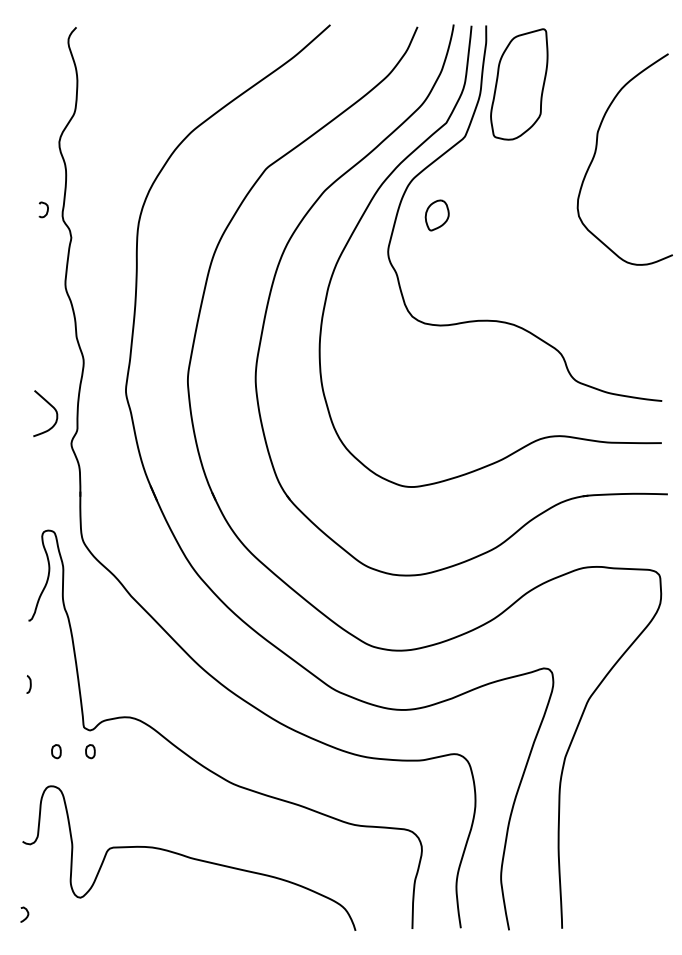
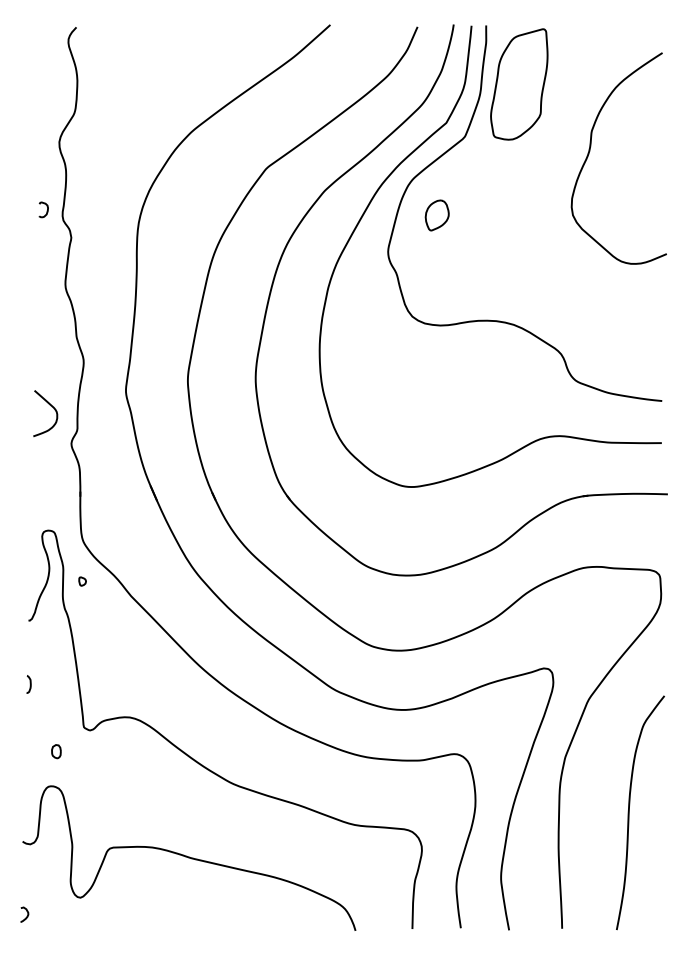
curve at (596, 152) position: (596, 152) -> (590, 151)
part at (82, 581): none -> present
part at (90, 751): present -> none
curve at (629, 812): none -> present
